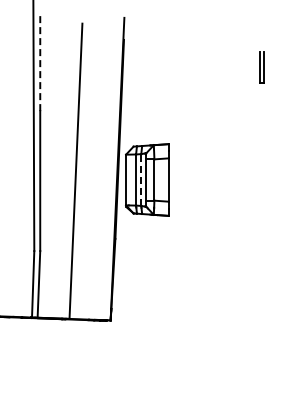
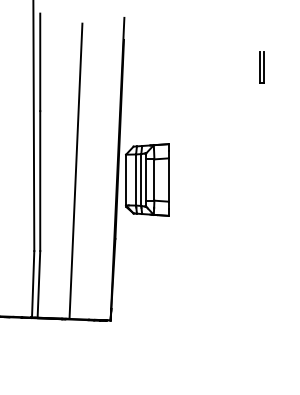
line at (40, 62): dashed -> solid
line at (141, 180): dashed -> solid
